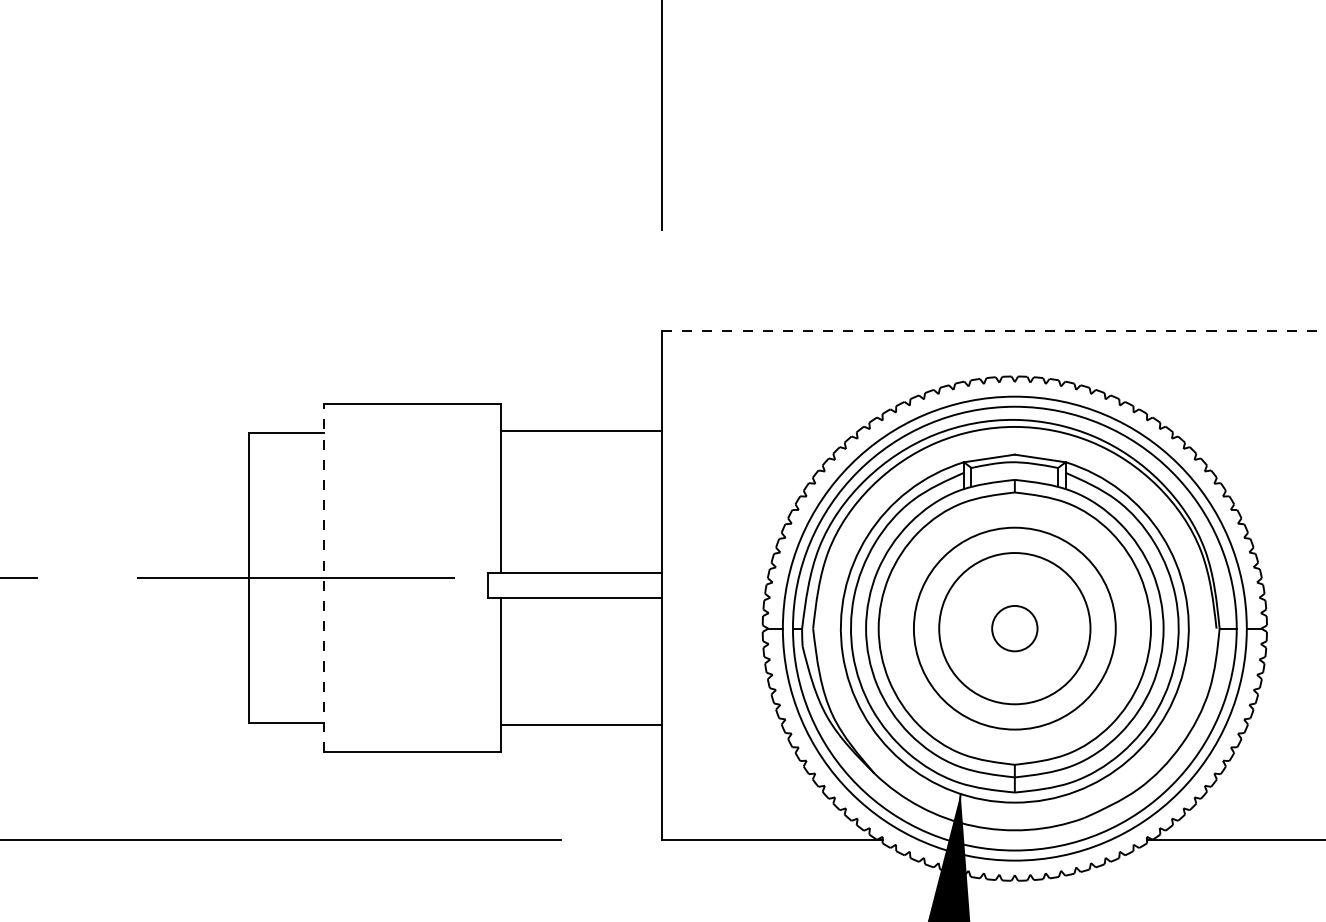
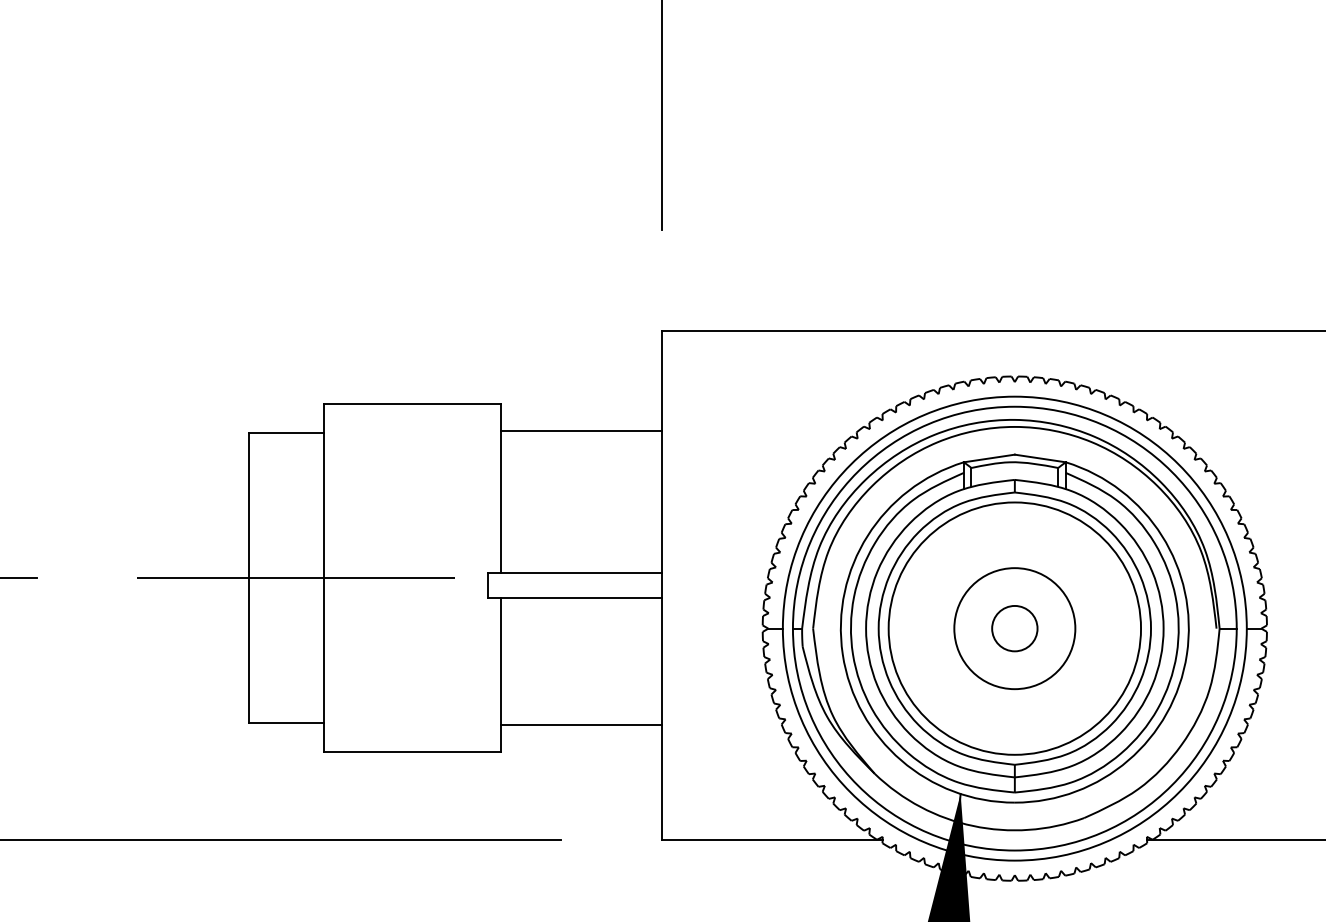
line at (993, 330): dashed -> solid
line at (324, 578): dashed -> solid
circle at (1014, 628) diameter: 151 px -> 121 px
circle at (1014, 628) diameter: 202 px -> 252 px
